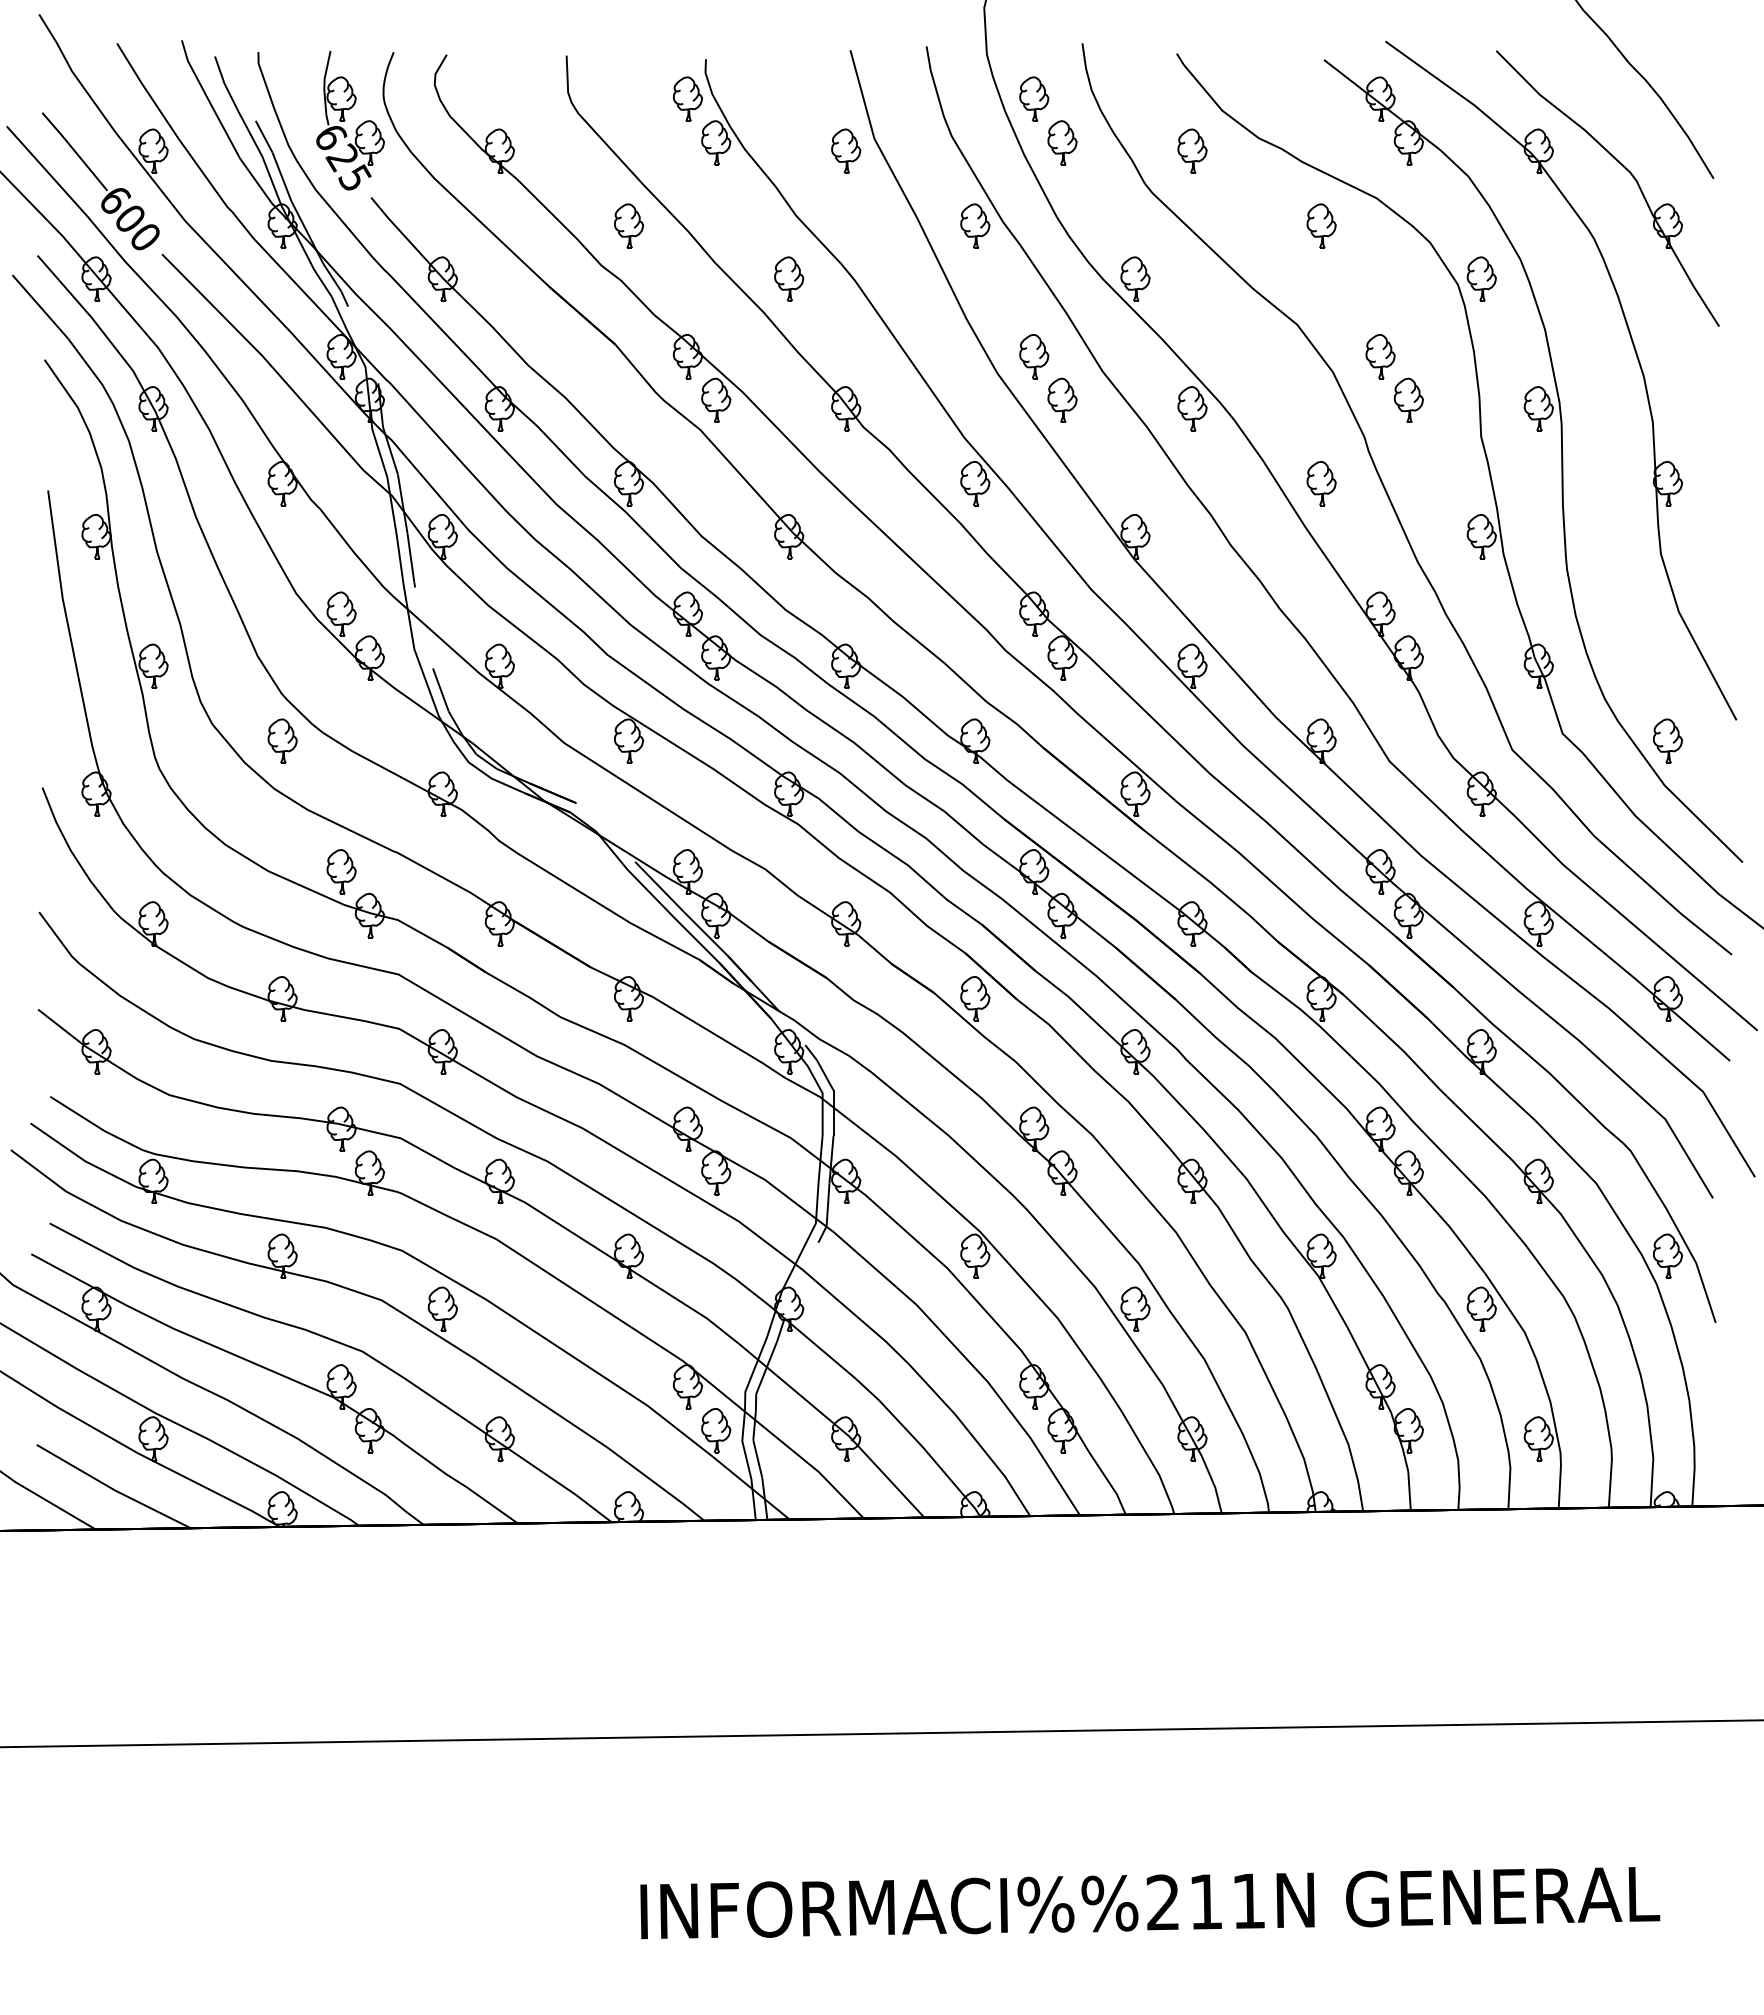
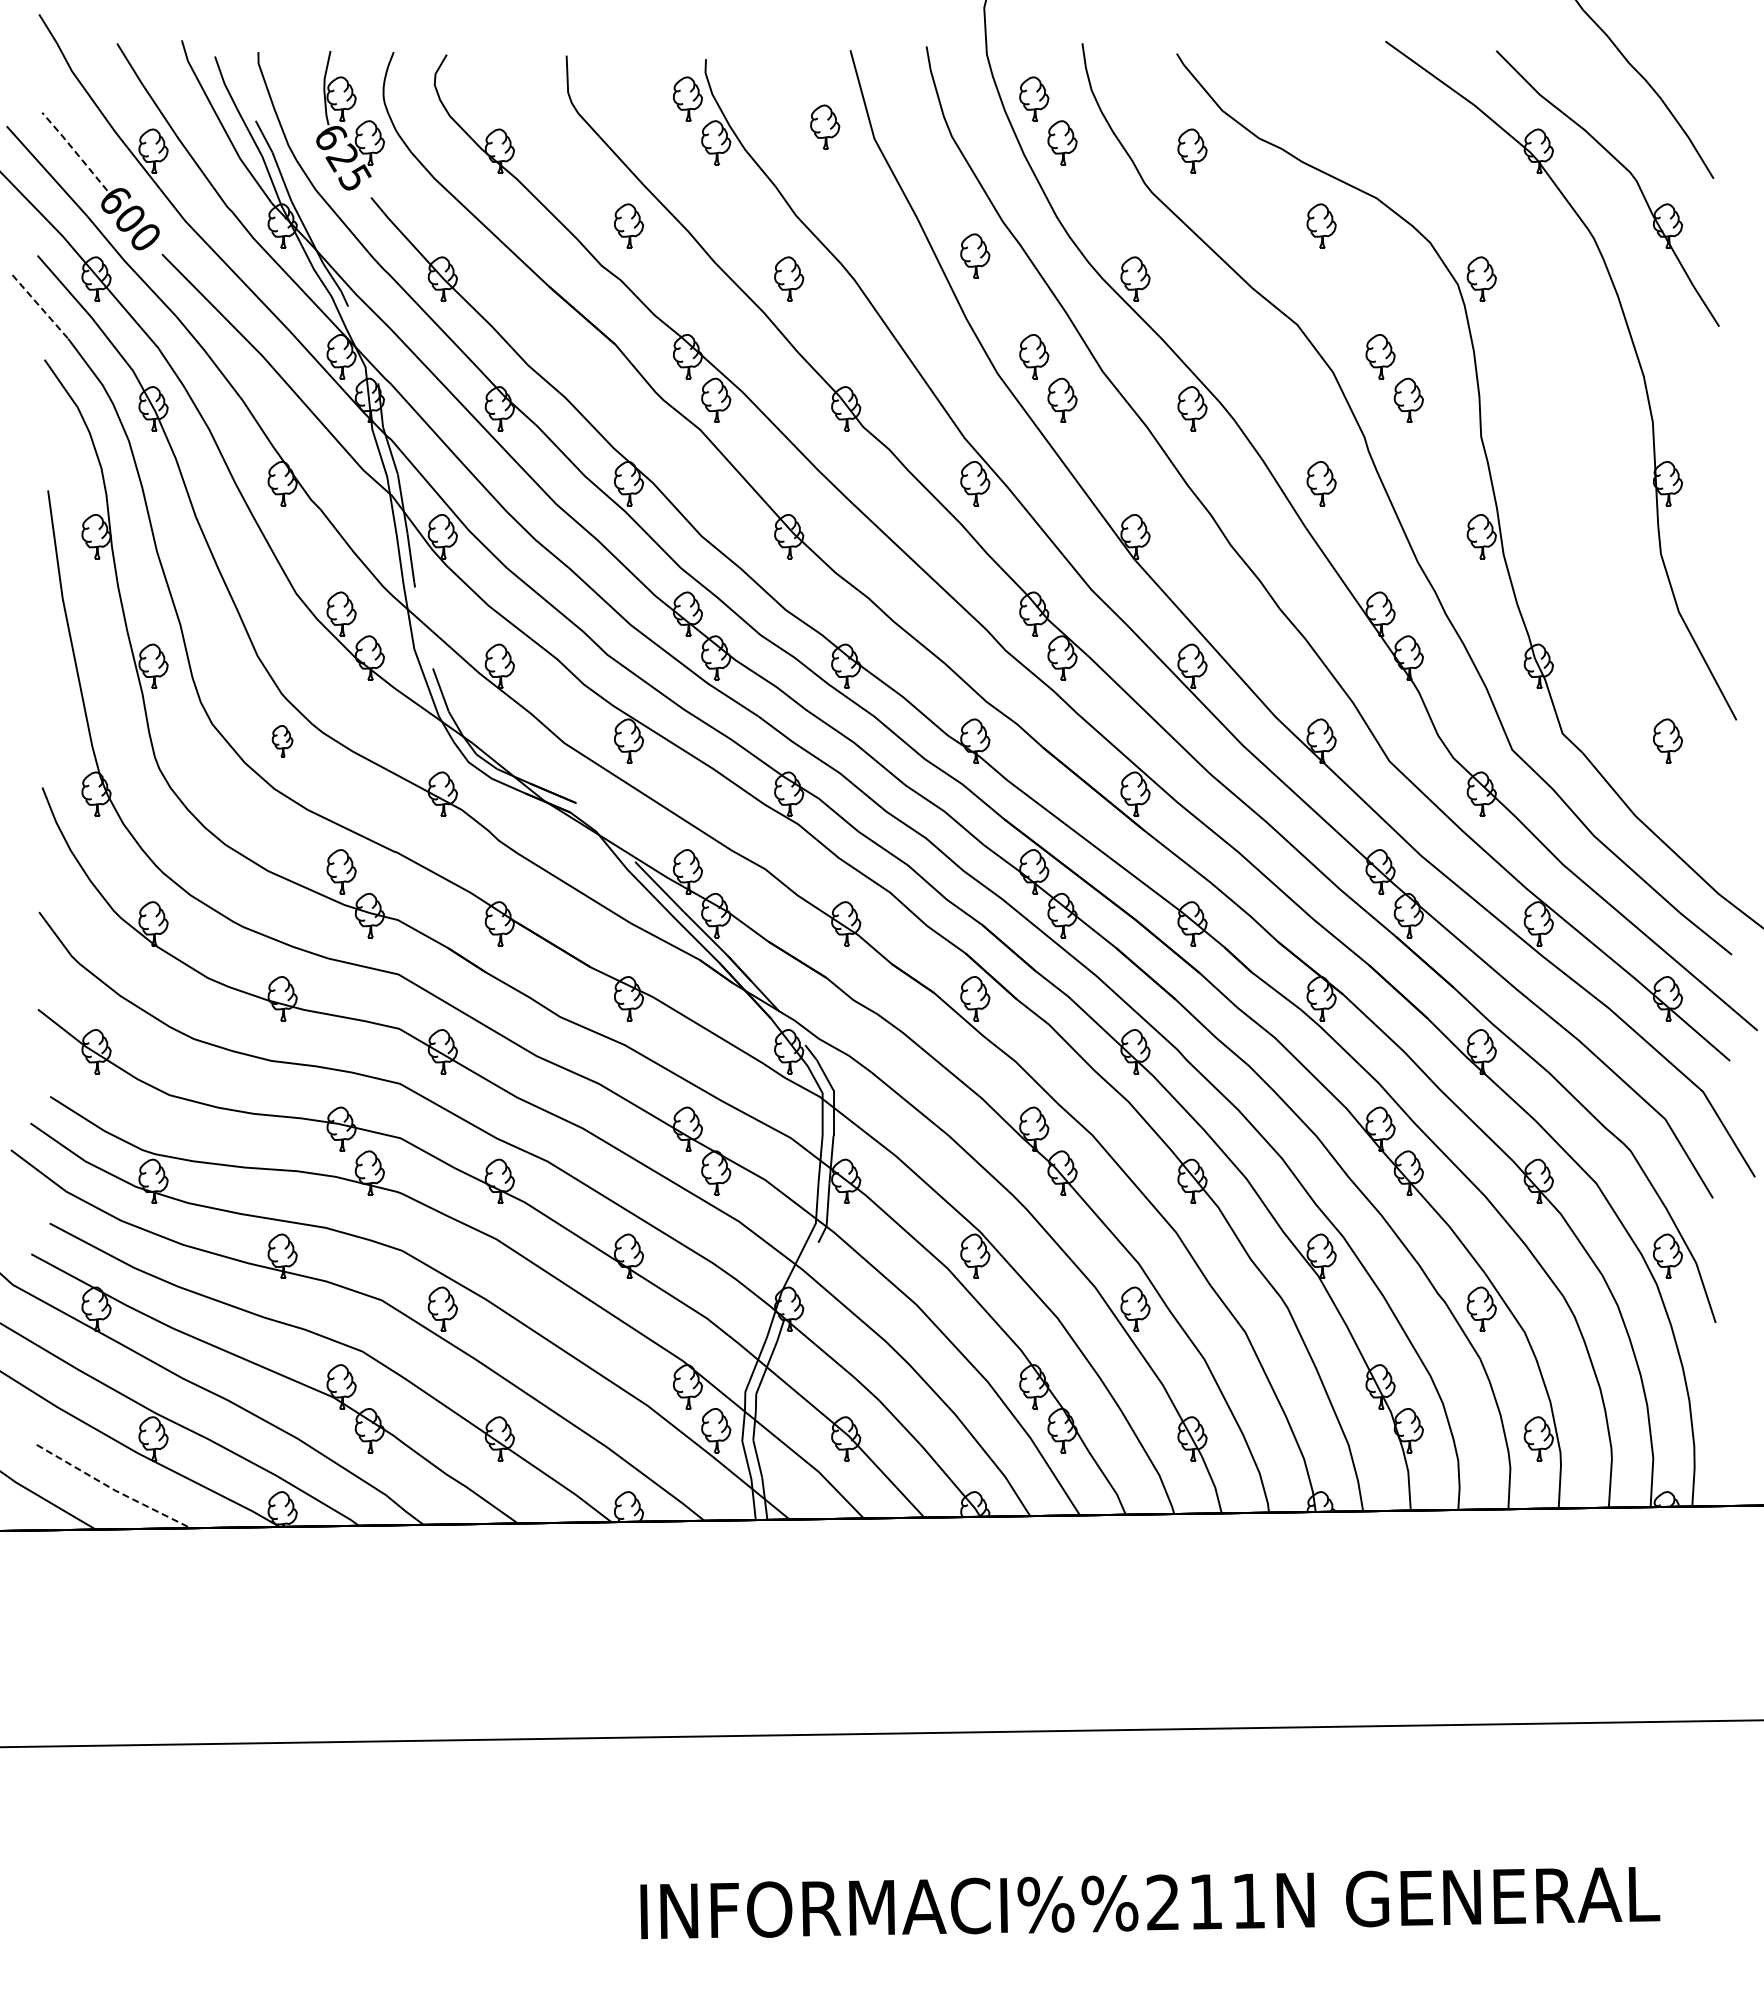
line at (74, 150): solid -> dashed
part at (846, 150) position: (846, 150) -> (825, 126)
part at (975, 225) position: (975, 225) -> (975, 255)
line at (40, 307): solid -> dashed
part at (1561, 460): present -> none
part at (282, 740) size: 31x46 px -> 23x33 px
line at (113, 1489): solid -> dashed
